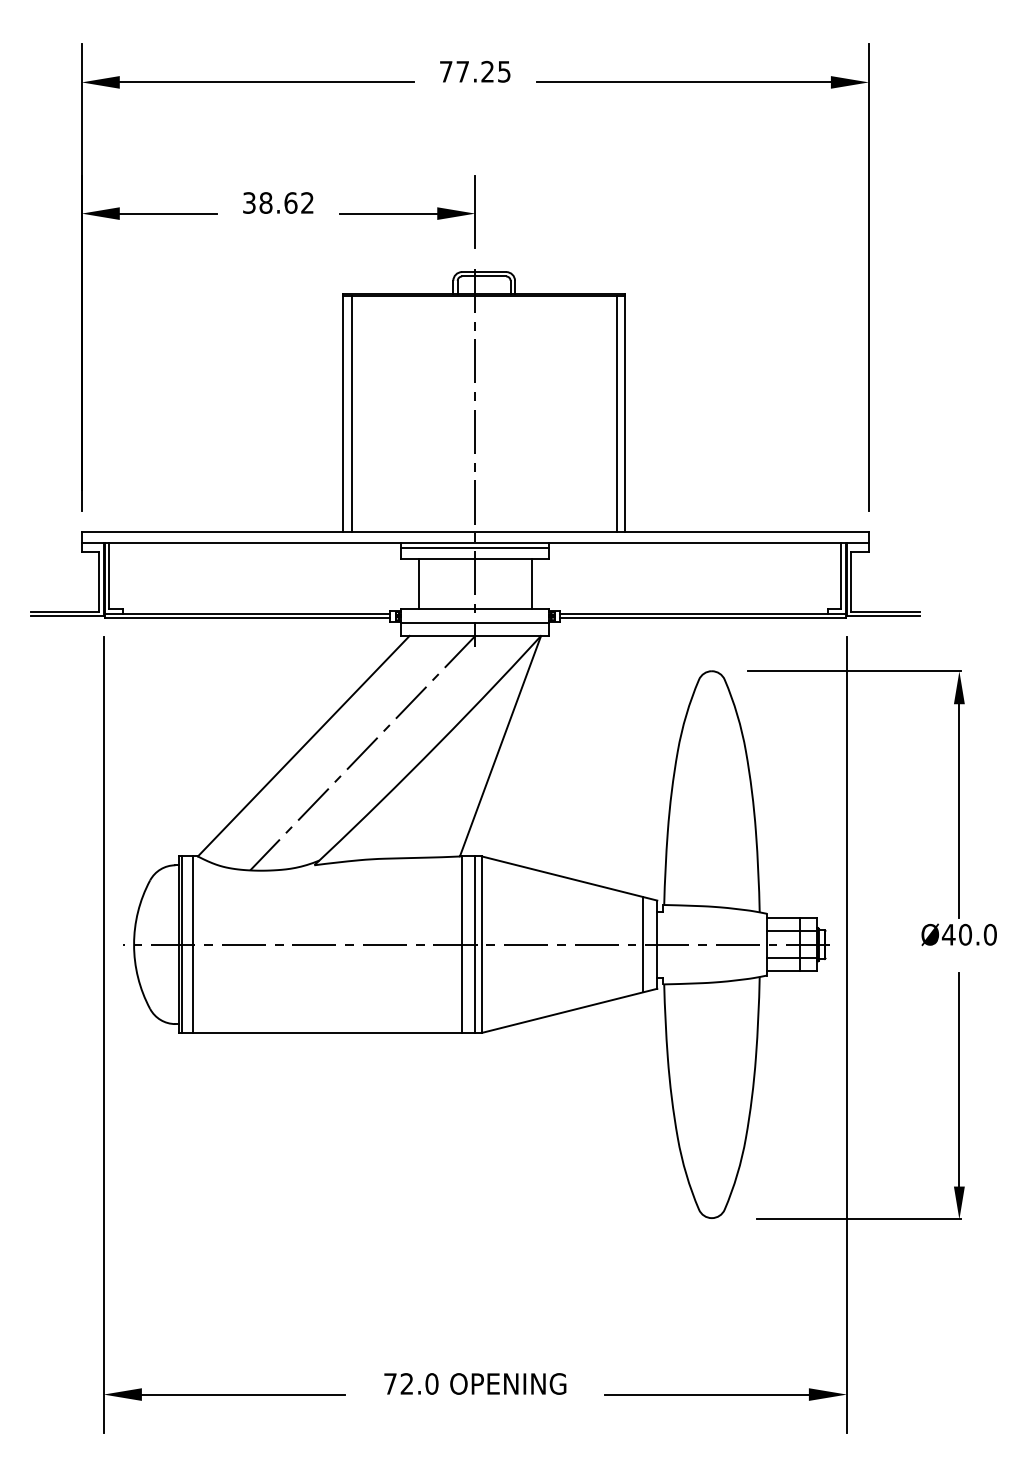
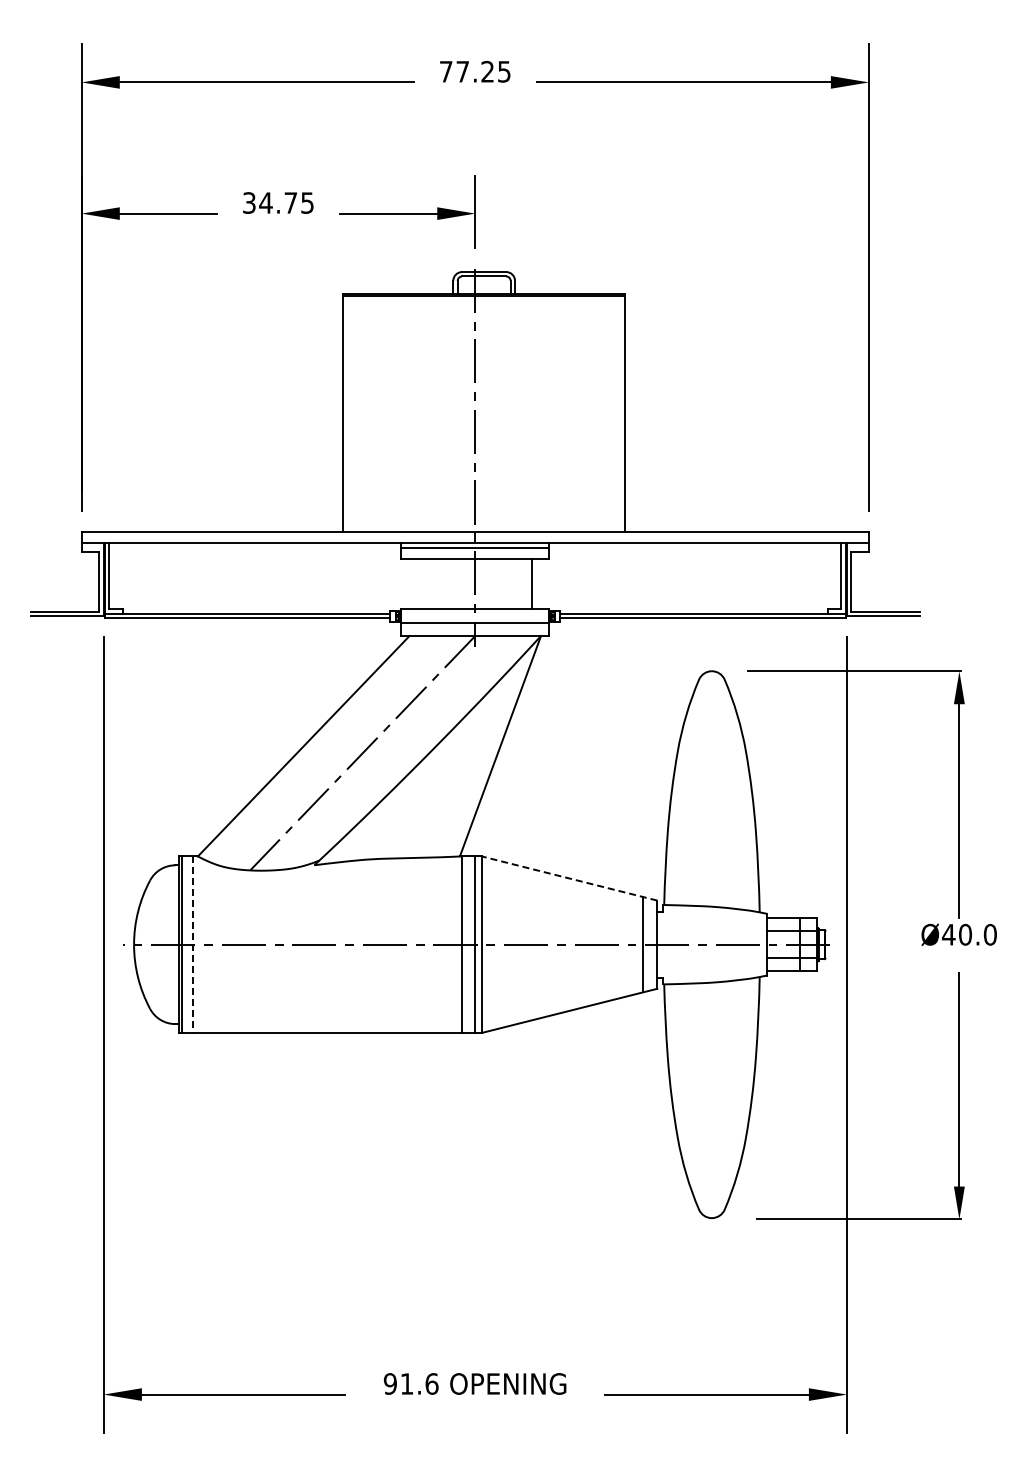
text at (286, 202): 38.62 -> 34.75
line at (351, 414): present -> none
line at (616, 414): present -> none
line at (419, 583): present -> none
line at (569, 878): solid -> dashed
line at (193, 945): solid -> dashed
text at (410, 1383): 72.0 -> 91.6
